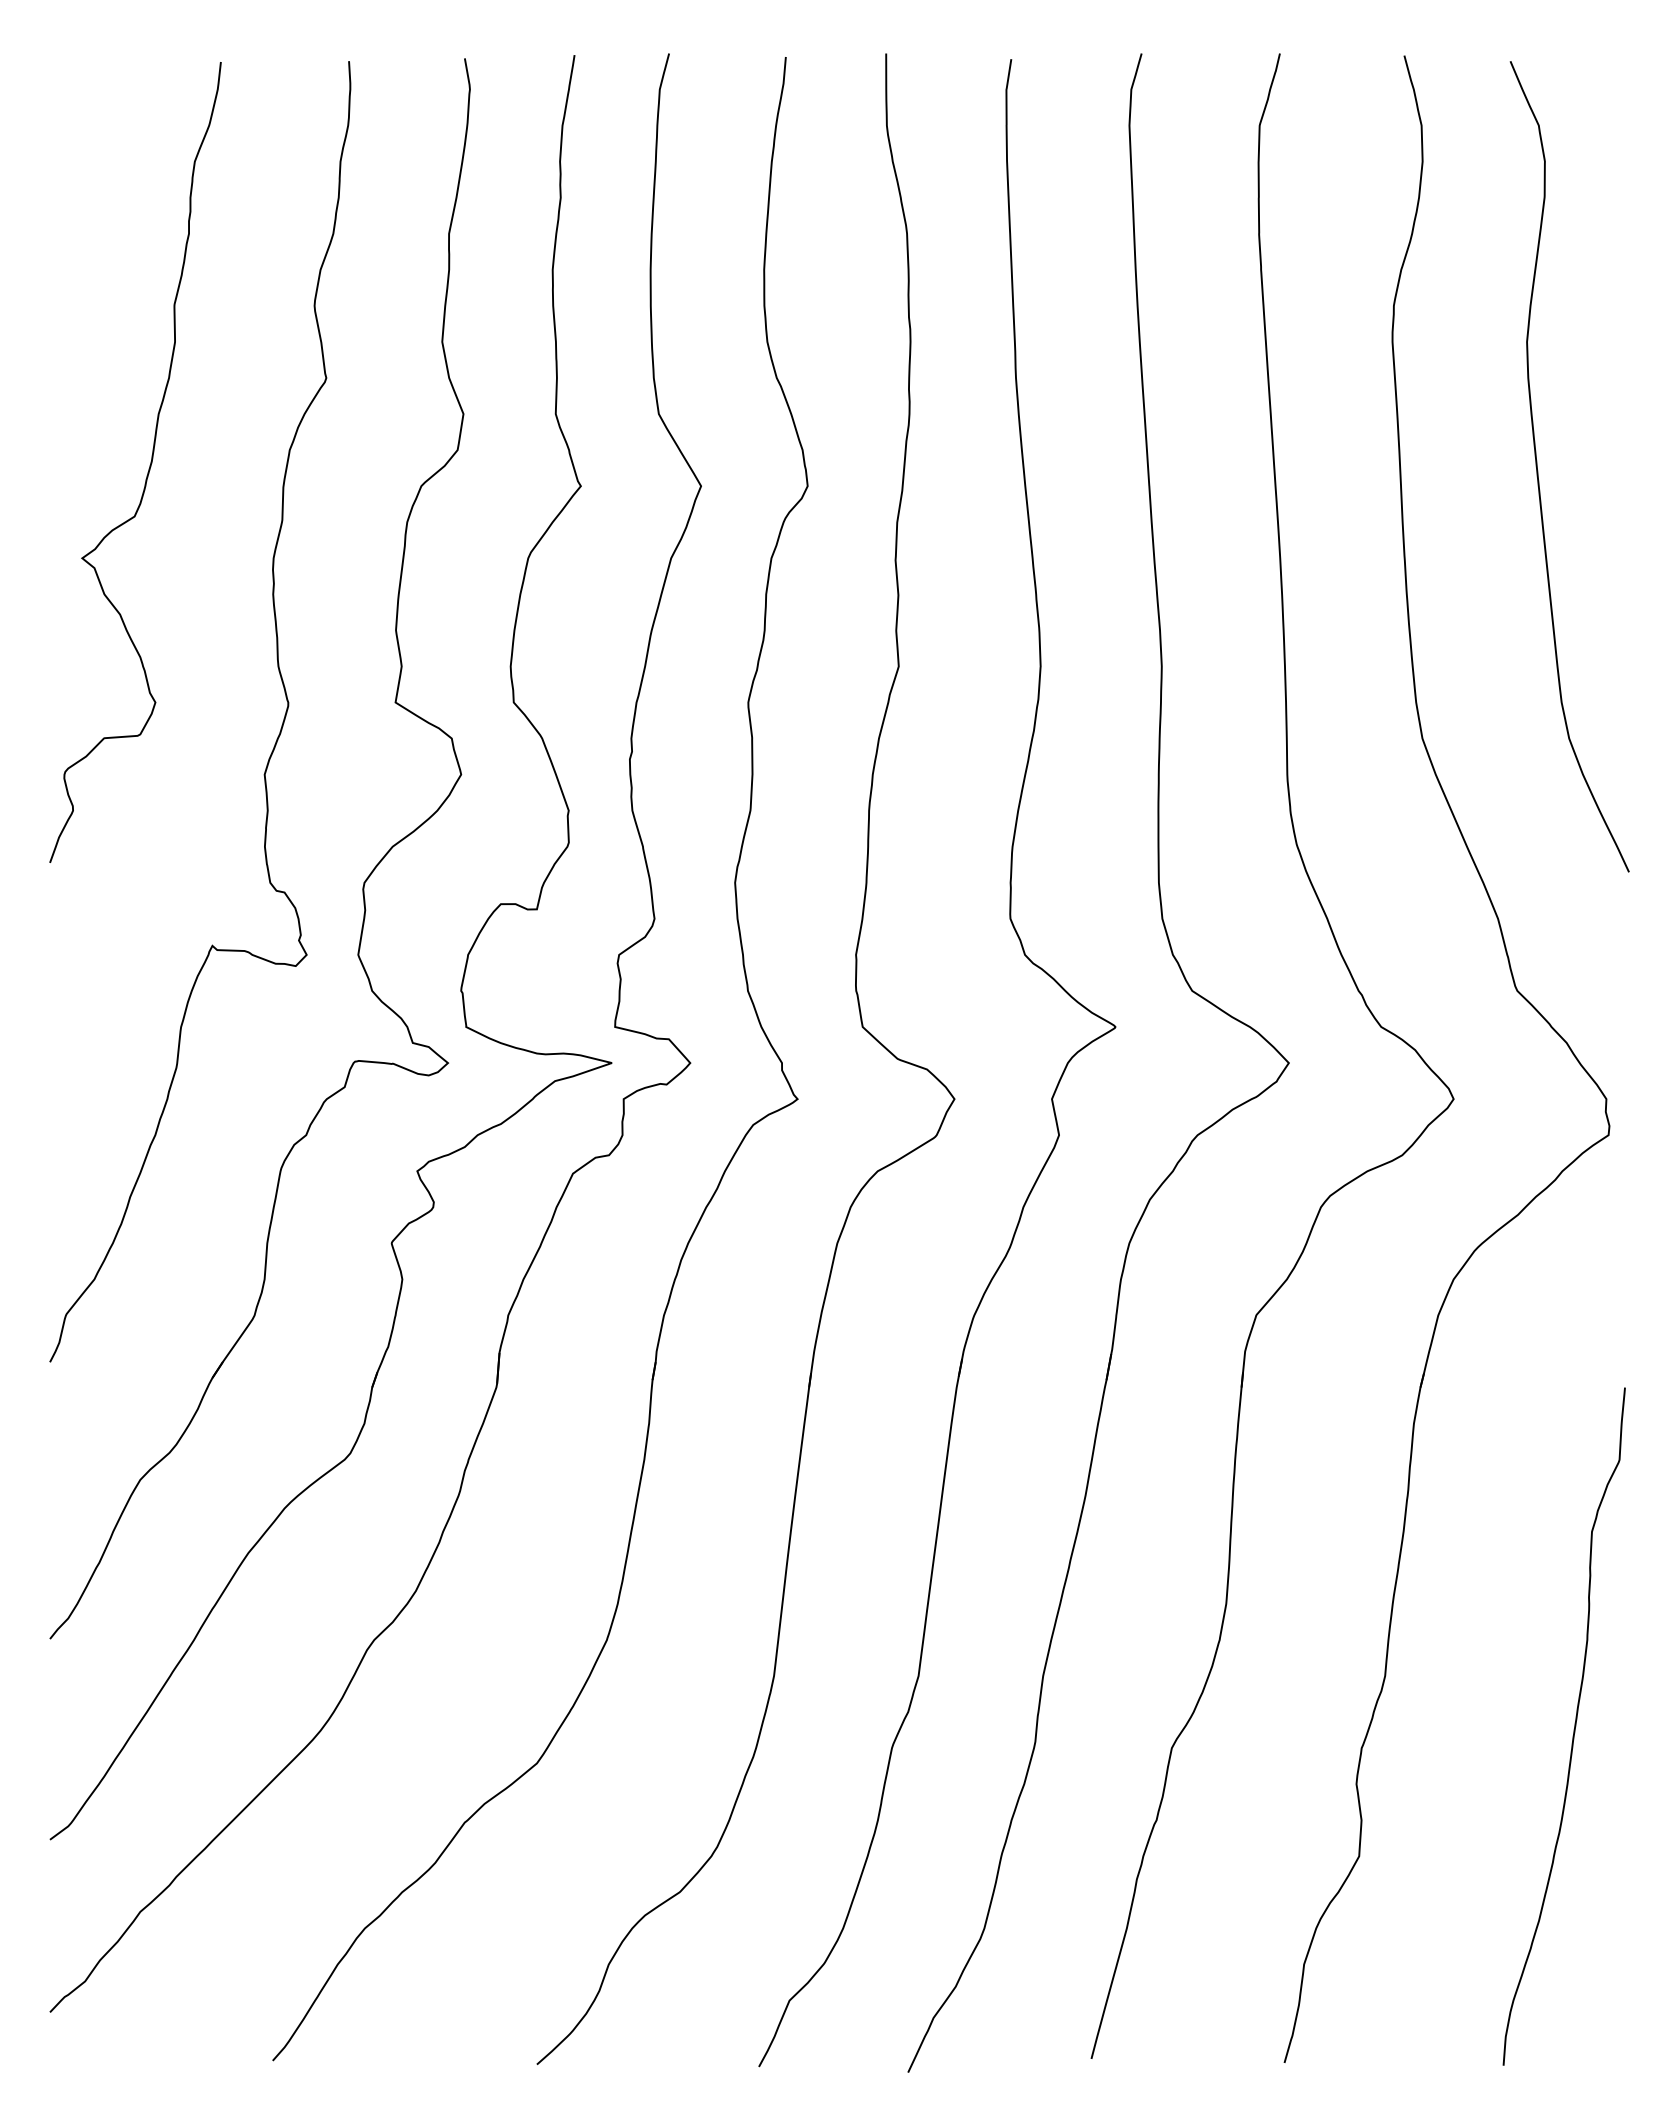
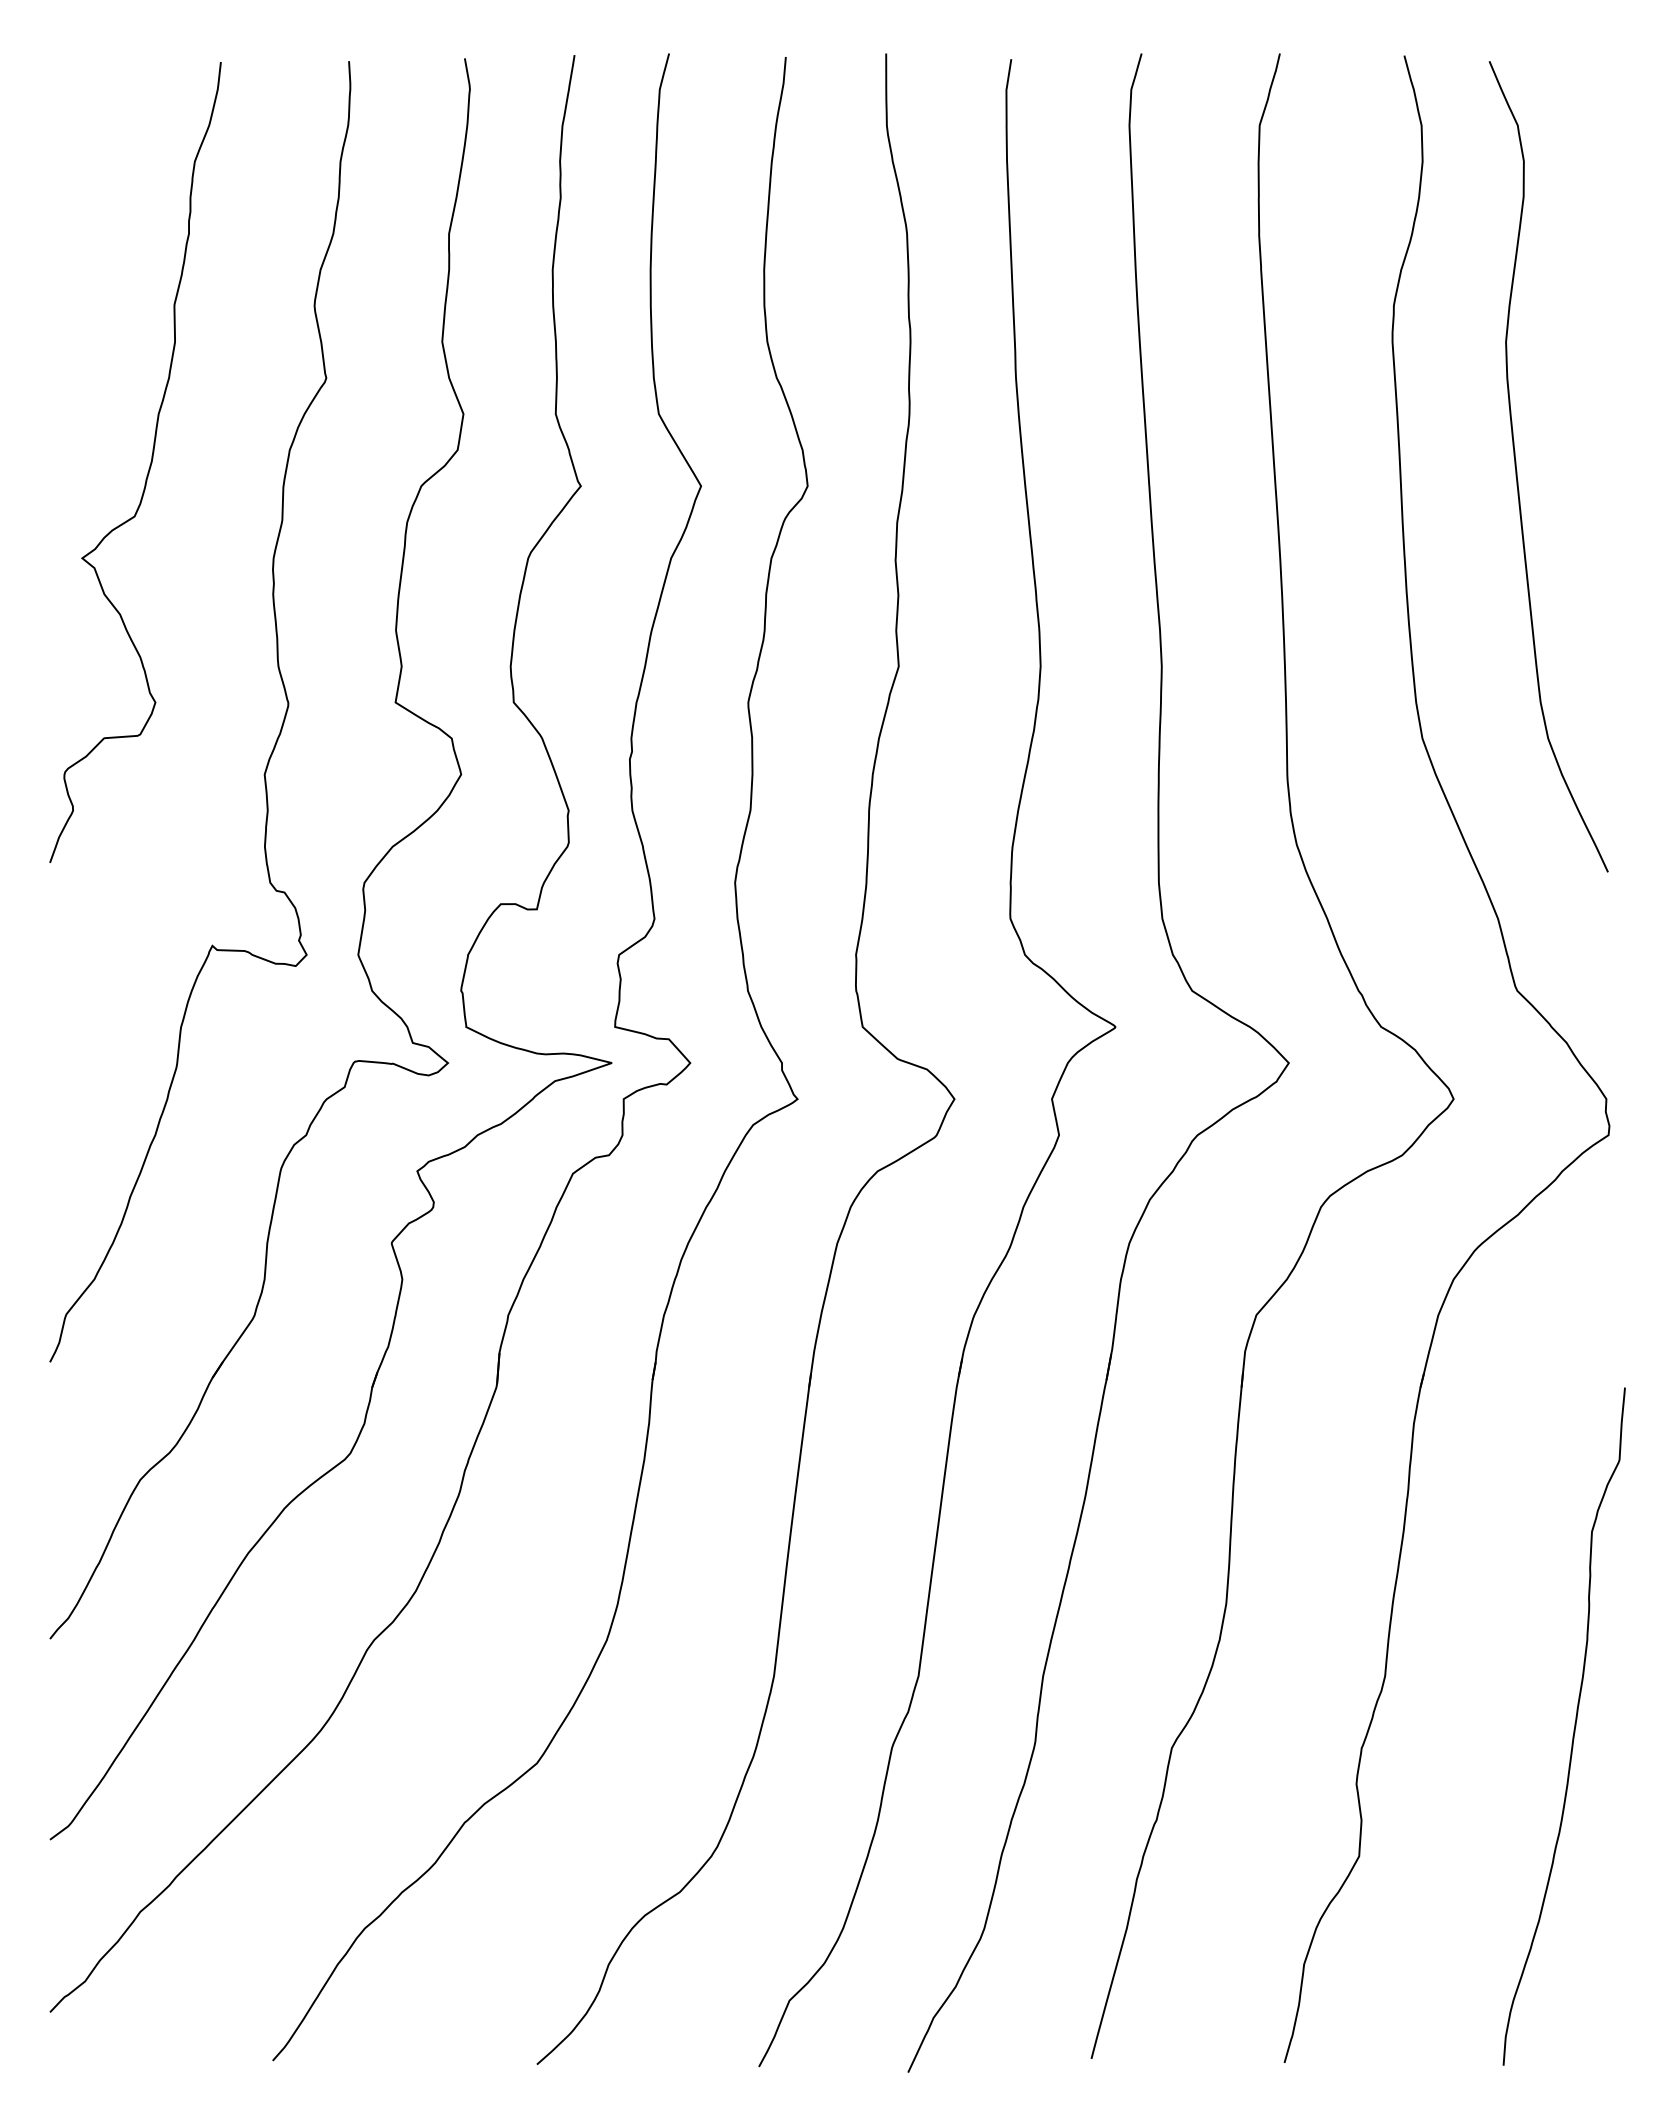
curve at (1538, 470) position: (1538, 470) -> (1517, 470)
